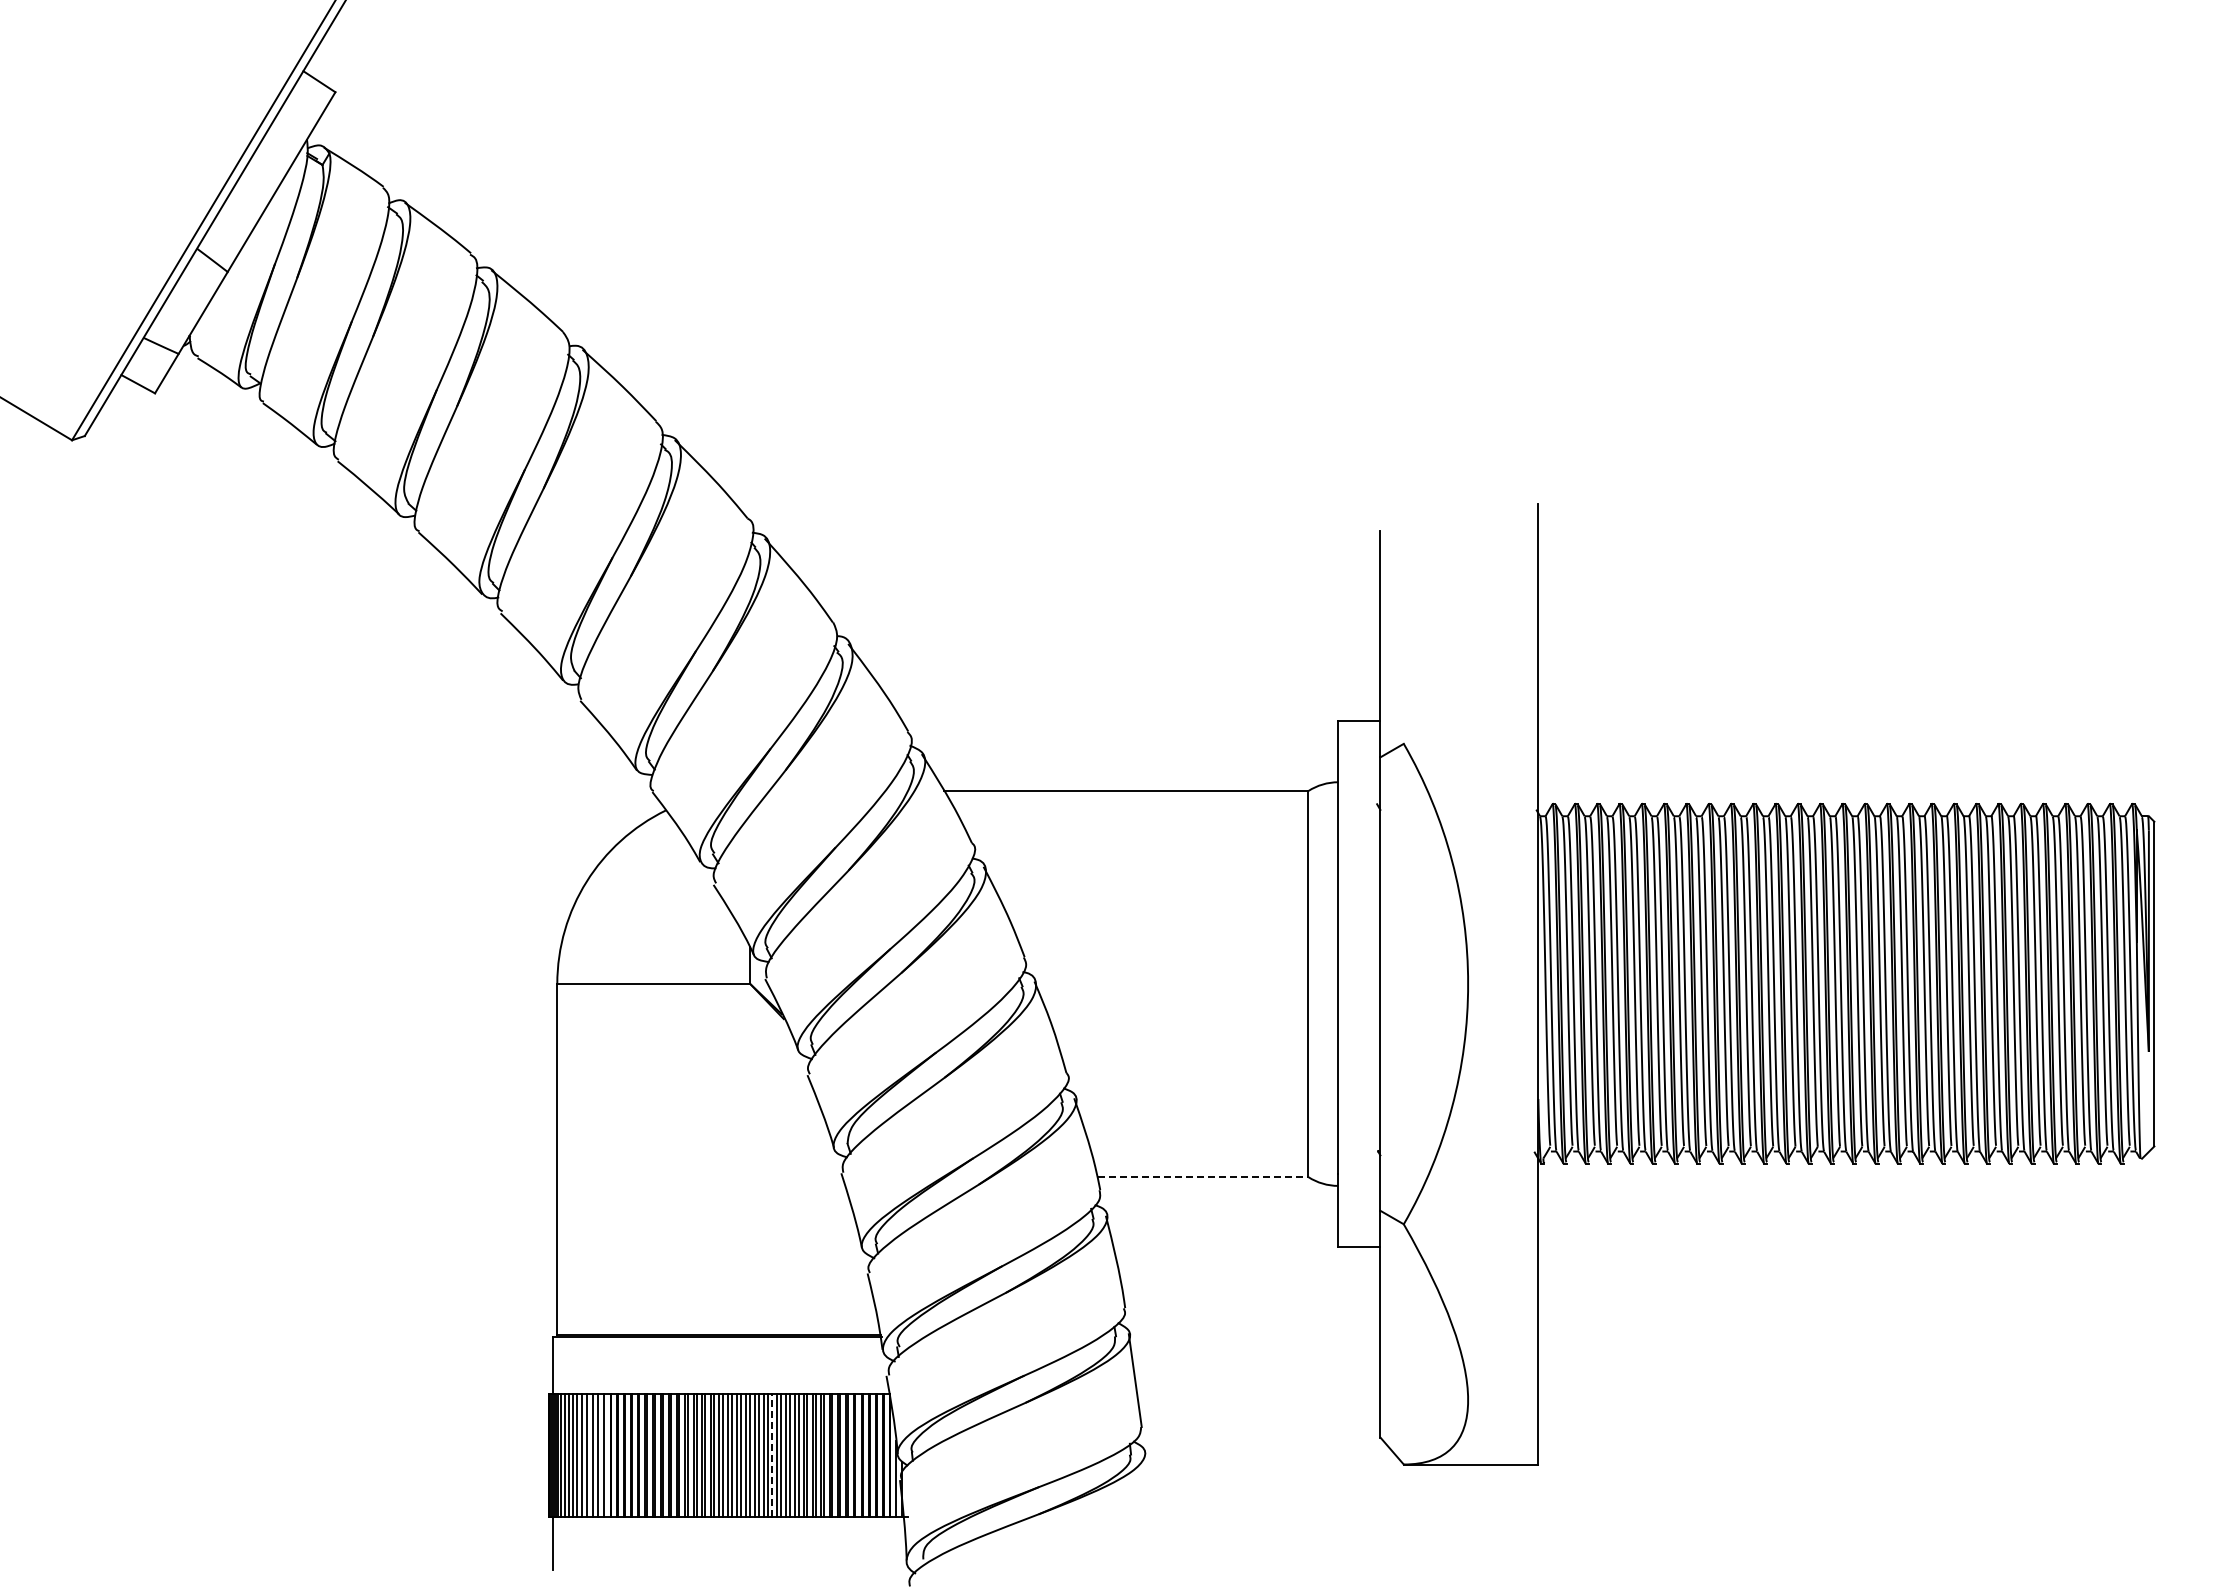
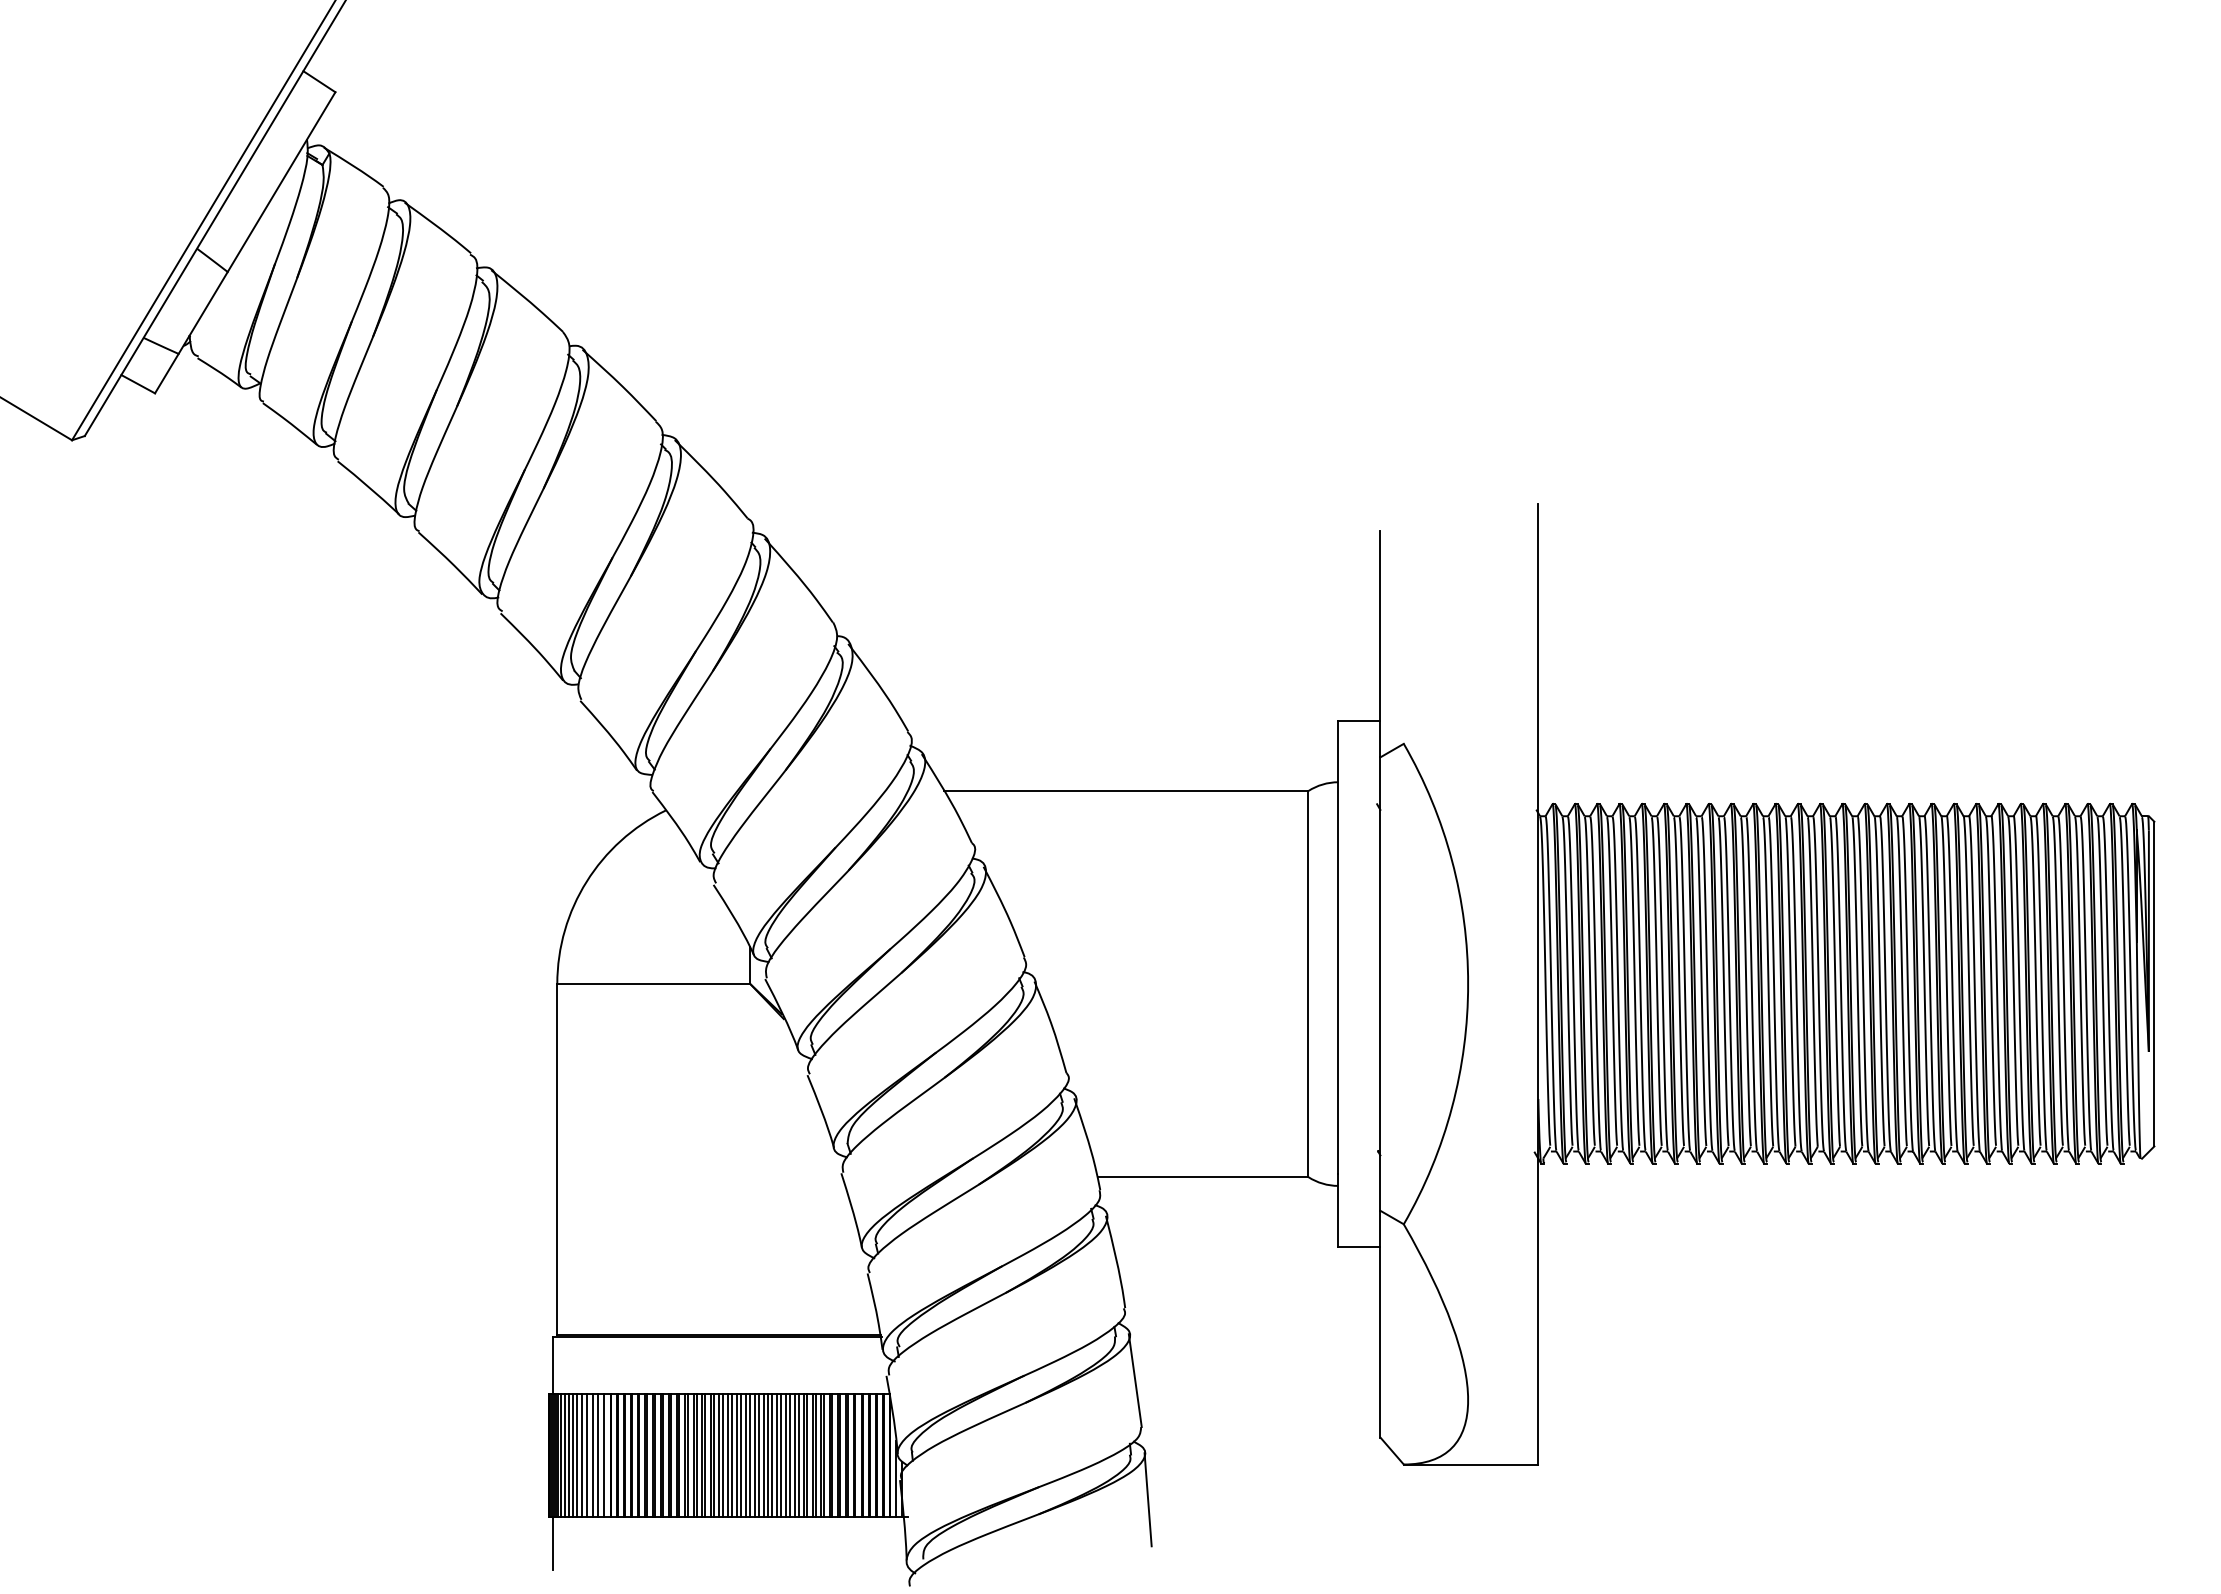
line at (1203, 1177): dashed -> solid
line at (772, 1454): dashed -> solid
line at (1147, 1499): none -> present
